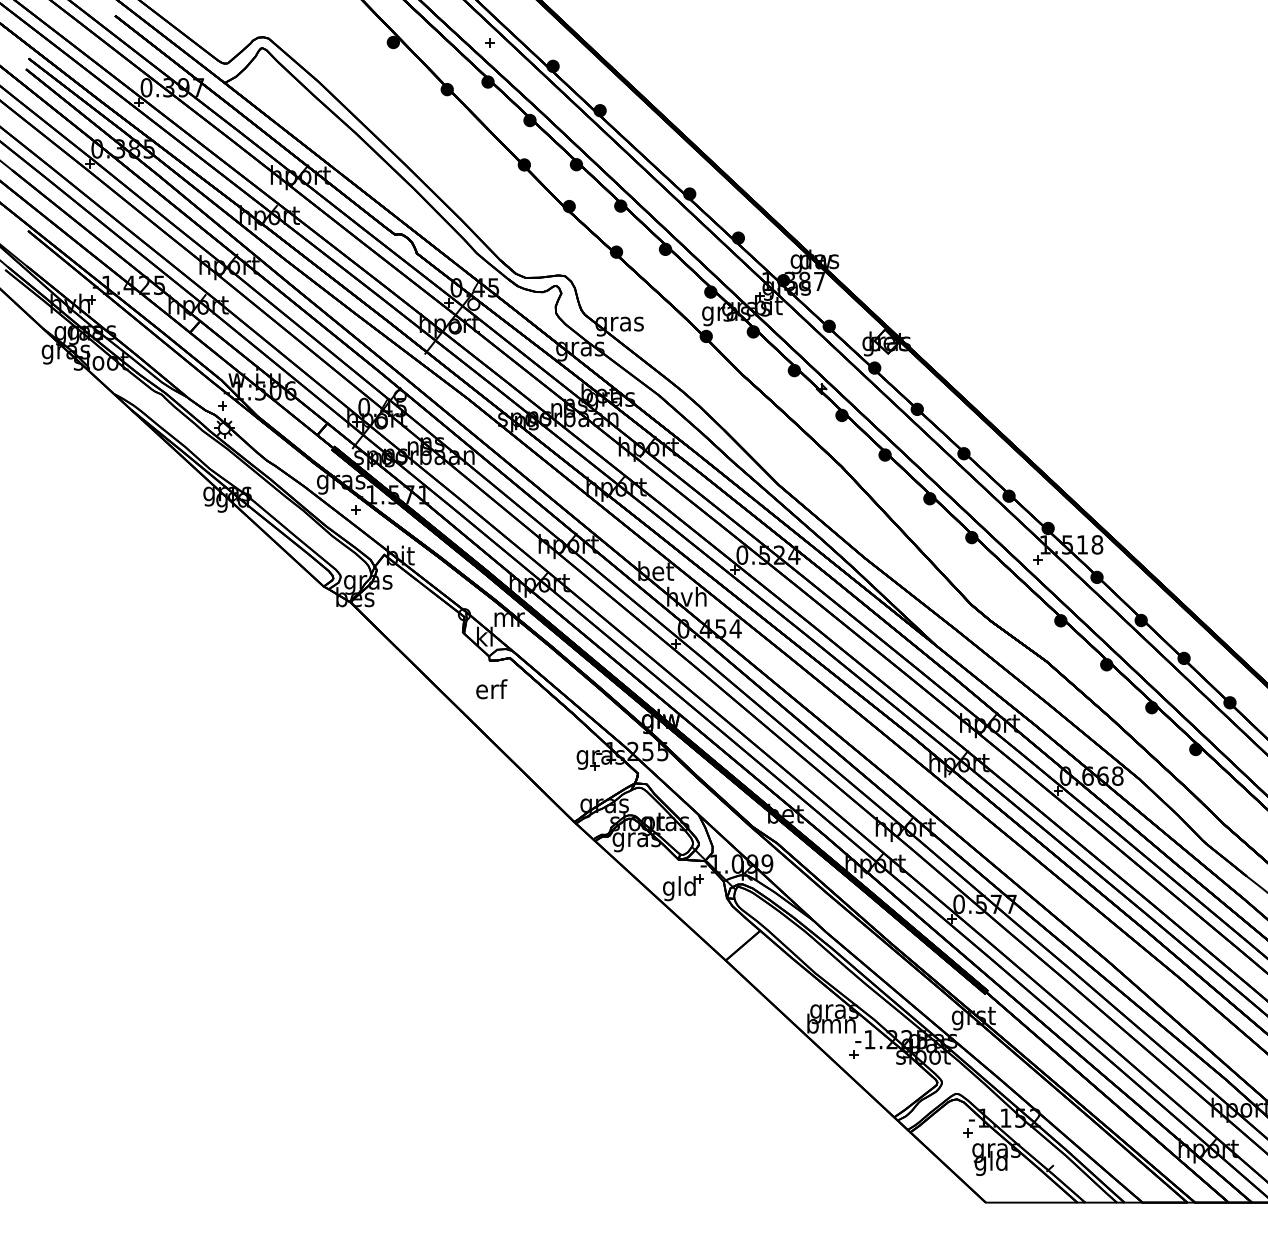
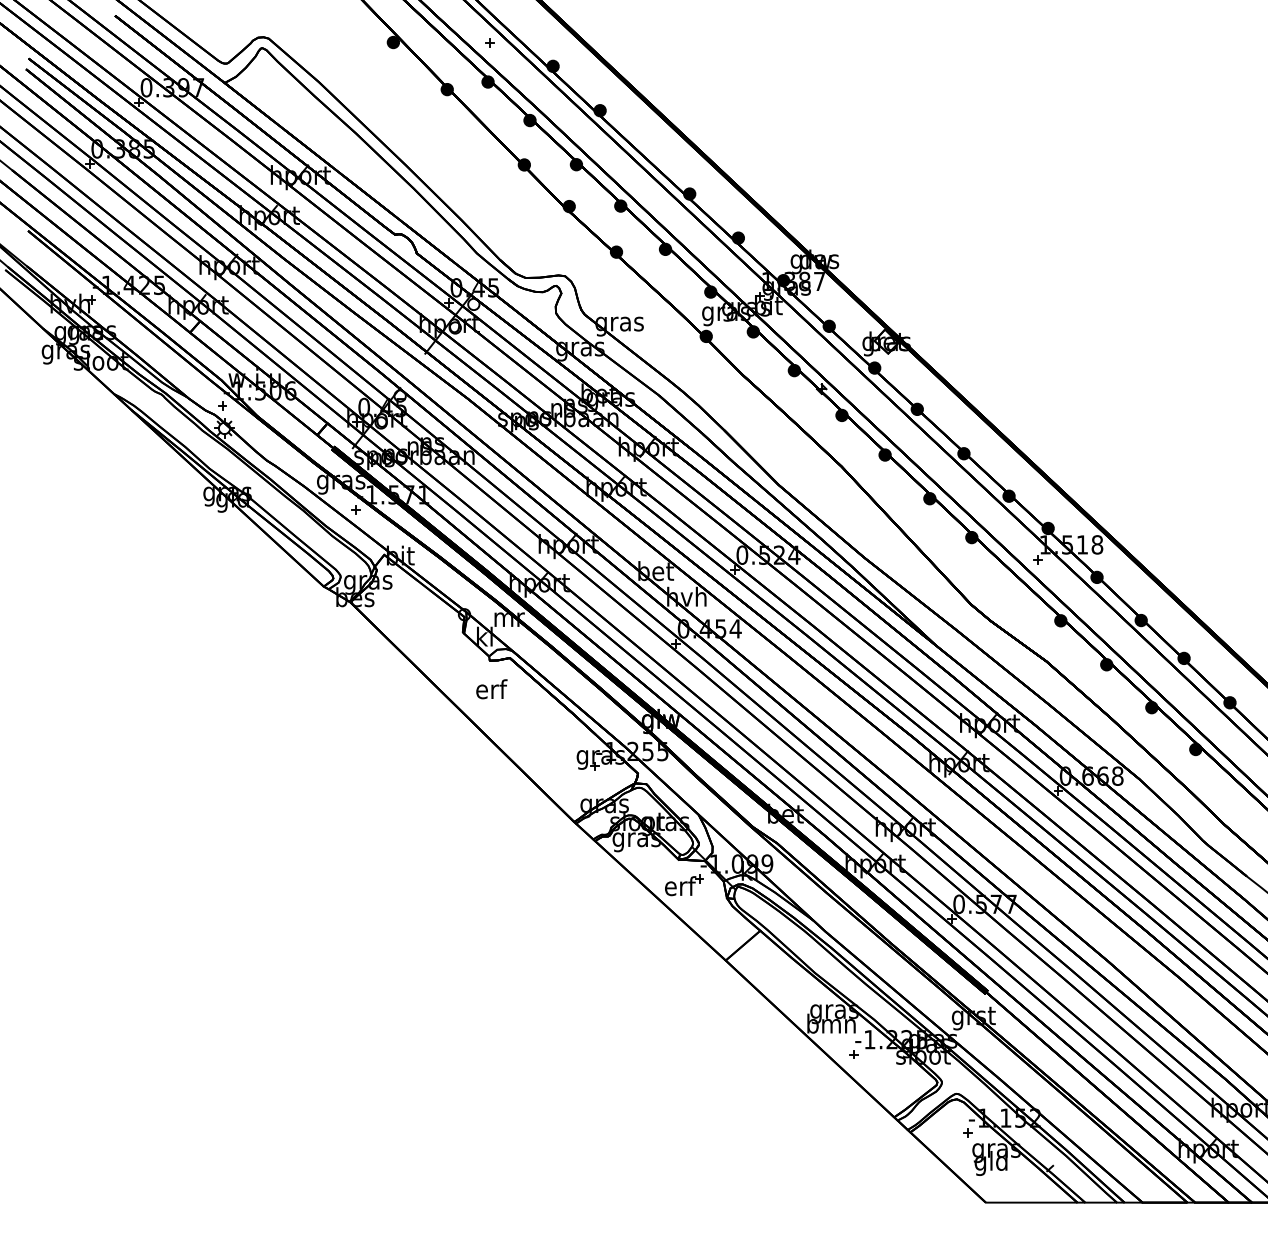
text at (679, 888): gld -> erf
